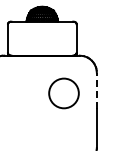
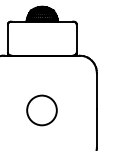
line at (96, 90): dashed -> solid
circle at (63, 93) position: (63, 93) -> (41, 110)
